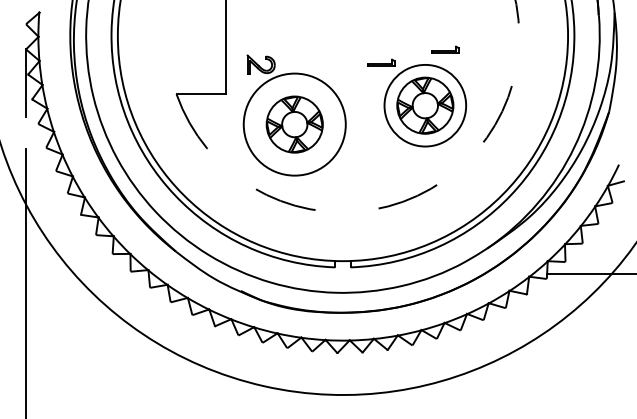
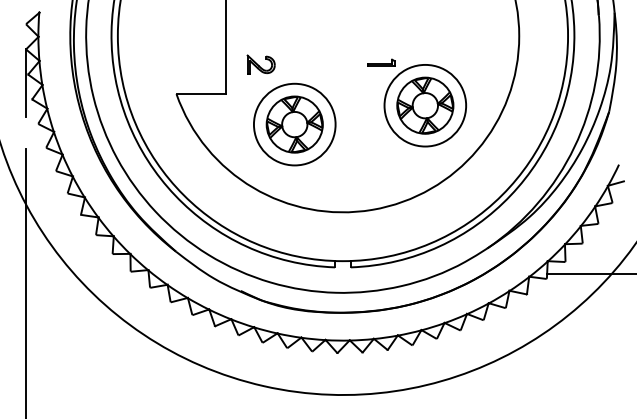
part at (445, 49): present -> none
circle at (294, 124) diameter: 102 px -> 82 px
arc at (389, 205): dashed -> solid
